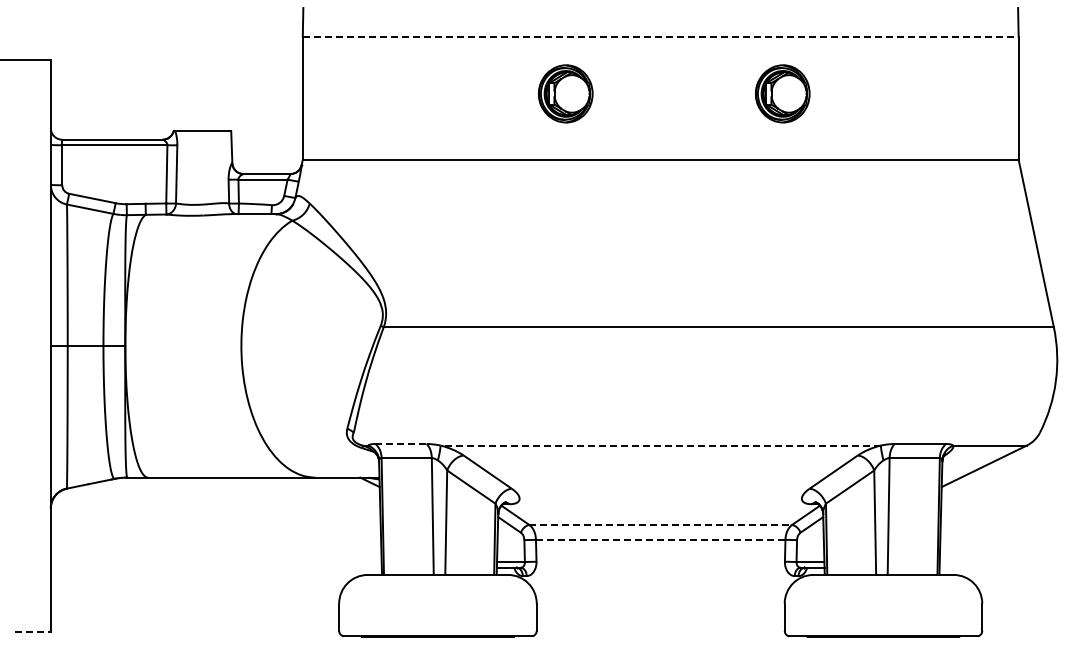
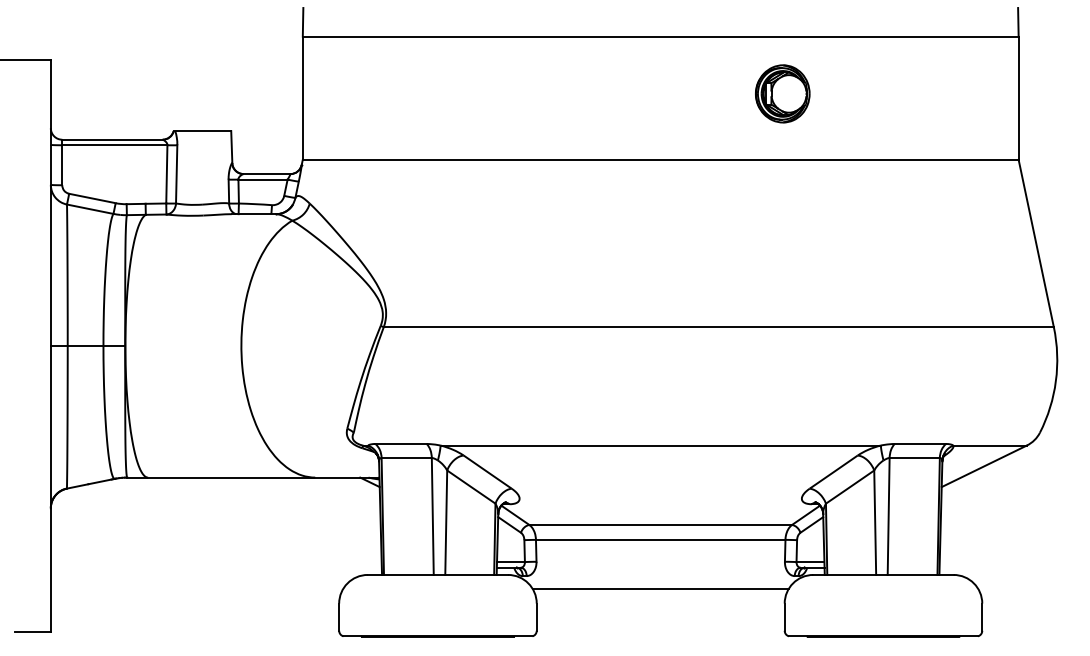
line at (660, 36): dashed -> solid
part at (565, 93): present -> none
line at (401, 443): dashed -> solid
line at (660, 445): dashed -> solid
line at (661, 525): dashed -> solid
line at (660, 539): dashed -> solid
line at (660, 589): none -> present
line at (33, 632): dashed -> solid
